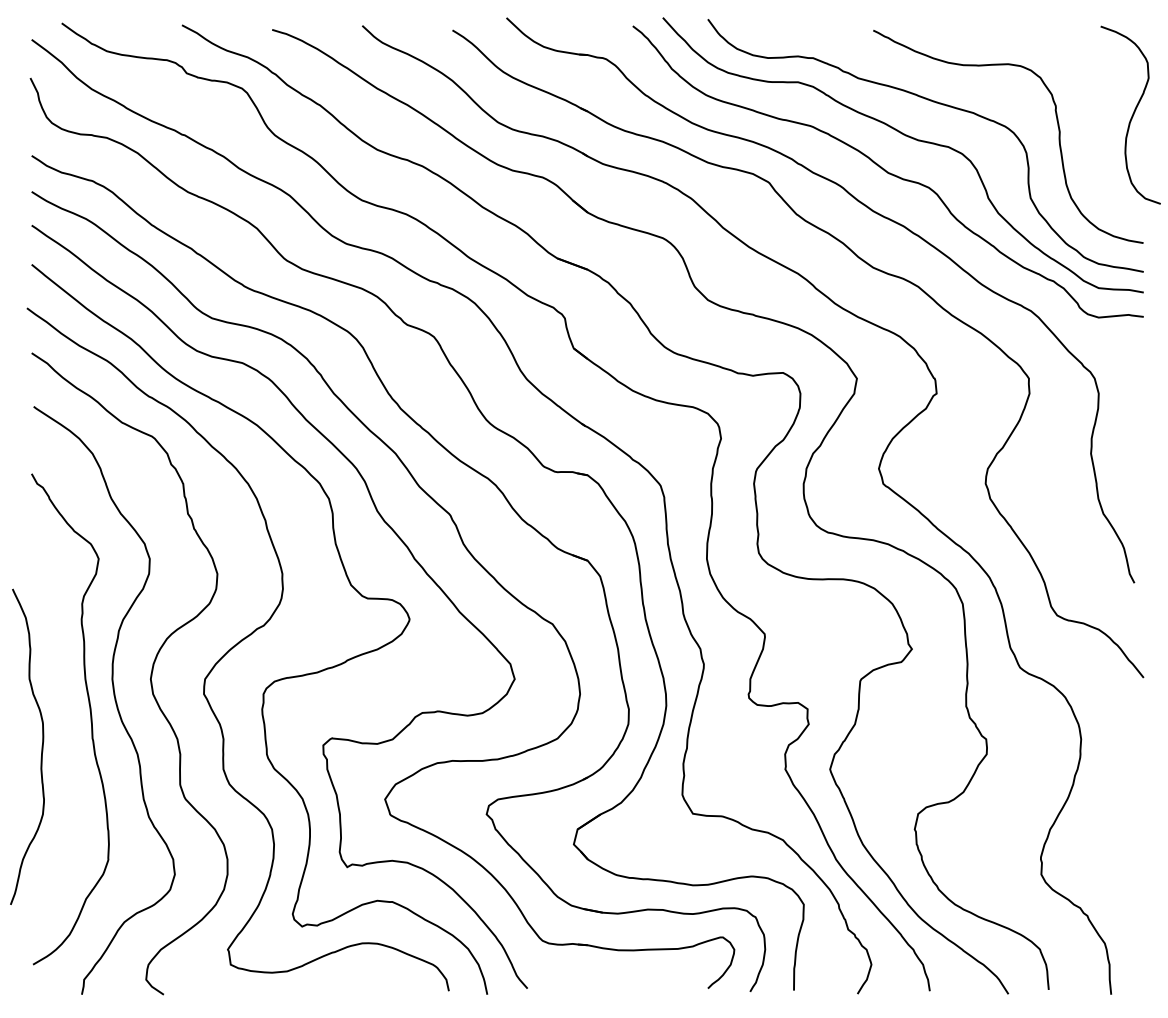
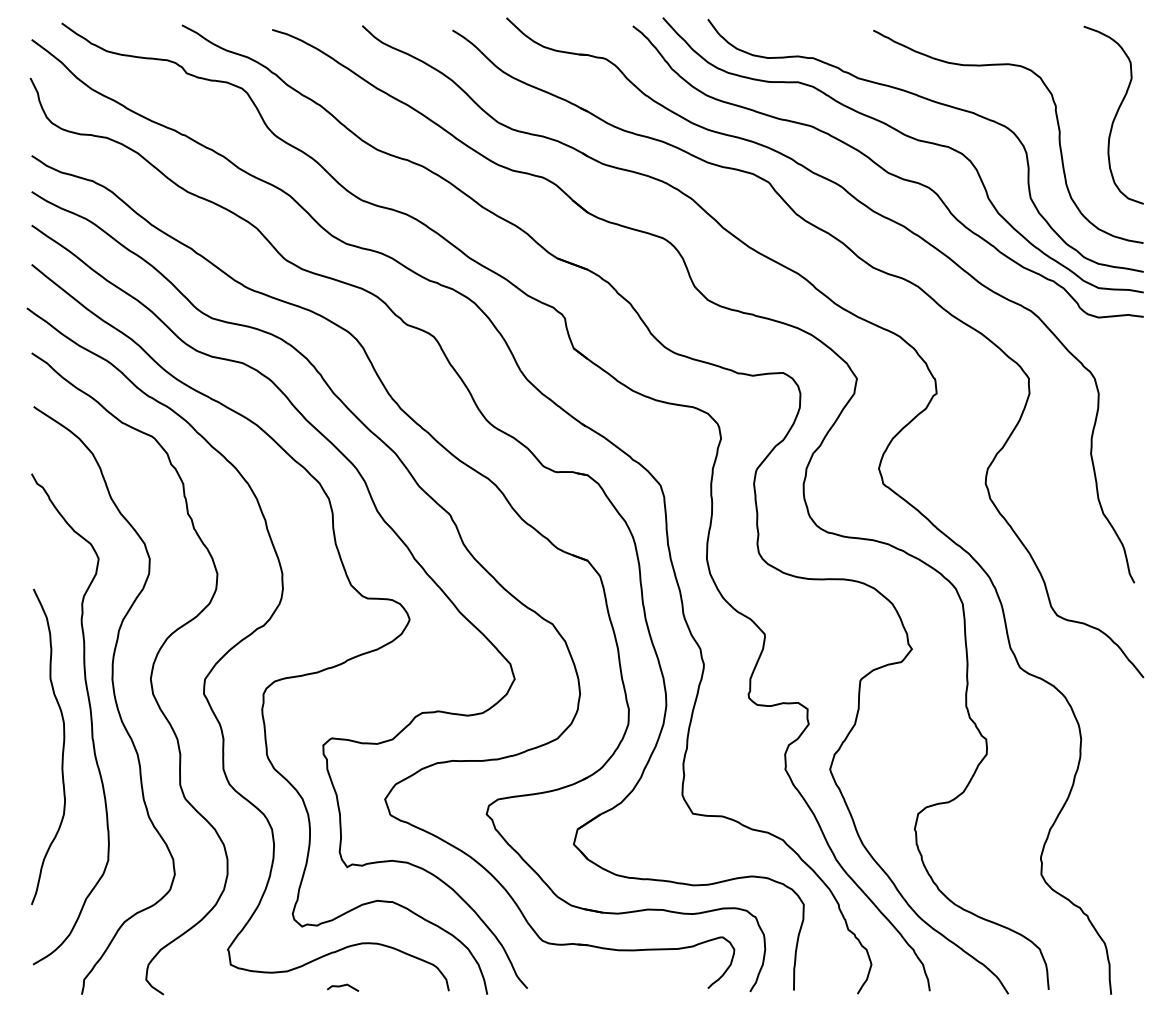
curve at (1131, 115) position: (1131, 115) -> (1114, 115)
curve at (41, 746) position: (41, 746) -> (62, 746)
line at (343, 986): none -> present
